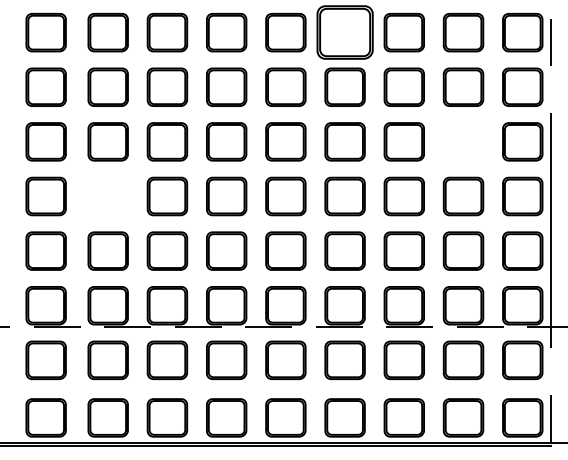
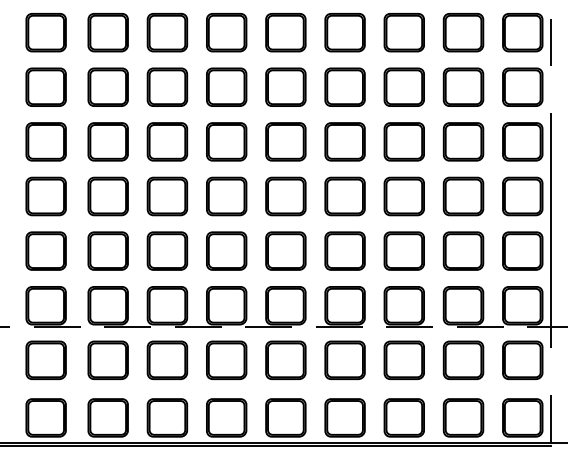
part at (344, 32) size: 58x55 px -> 42x40 px
part at (463, 141): none -> present
part at (107, 196): none -> present
